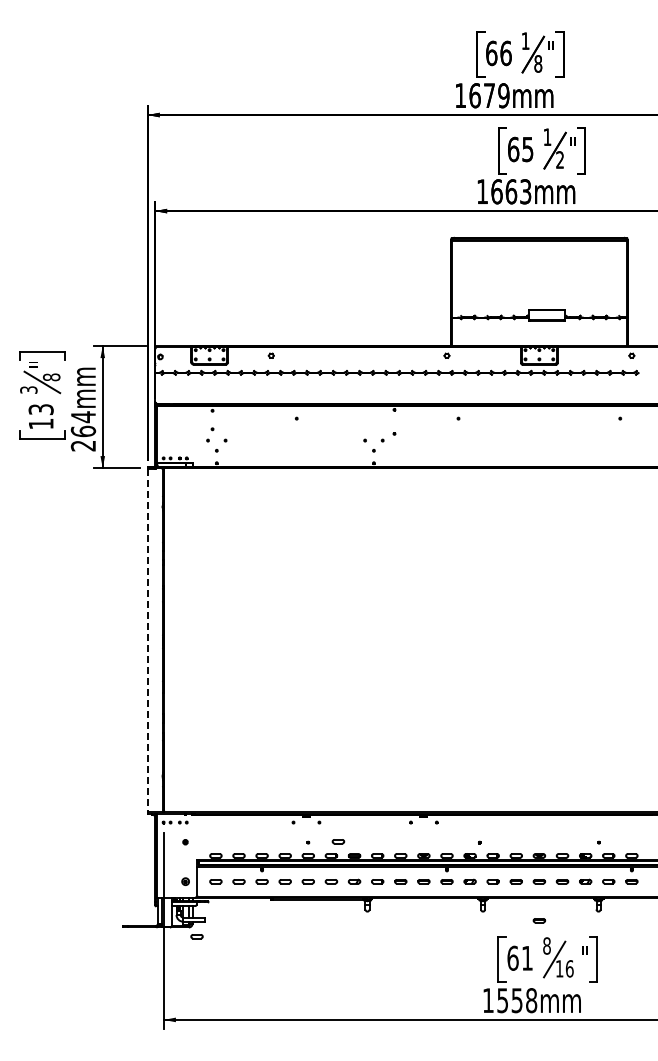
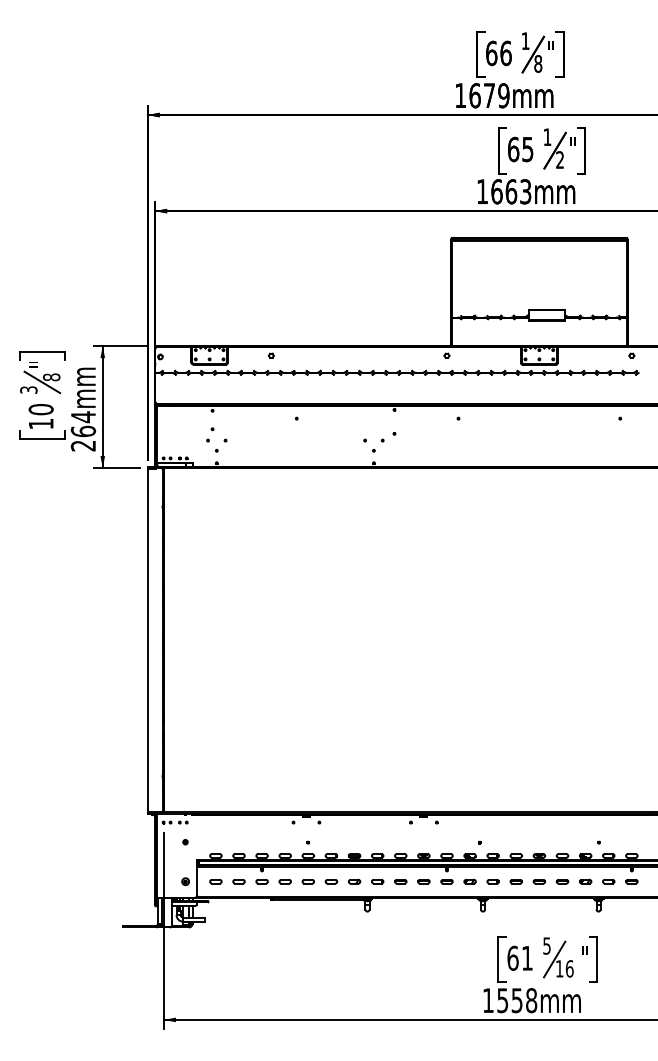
text at (40, 409): 13 -> 10
line at (147, 640): dashed -> solid
part at (338, 841): present -> none
part at (539, 920): present -> none
part at (196, 936): present -> none
text at (546, 945): 8 -> 5
